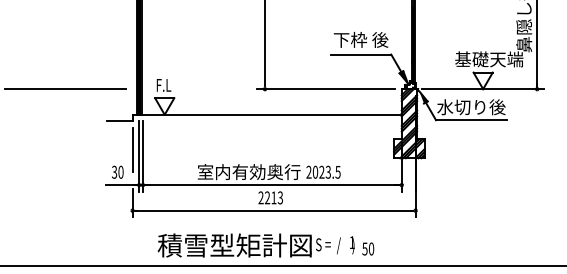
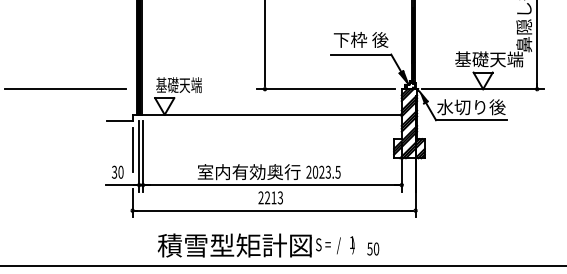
text at (178, 85): F.L -> 基礎天端
text at (368, 248) position: (368, 248) -> (373, 248)
